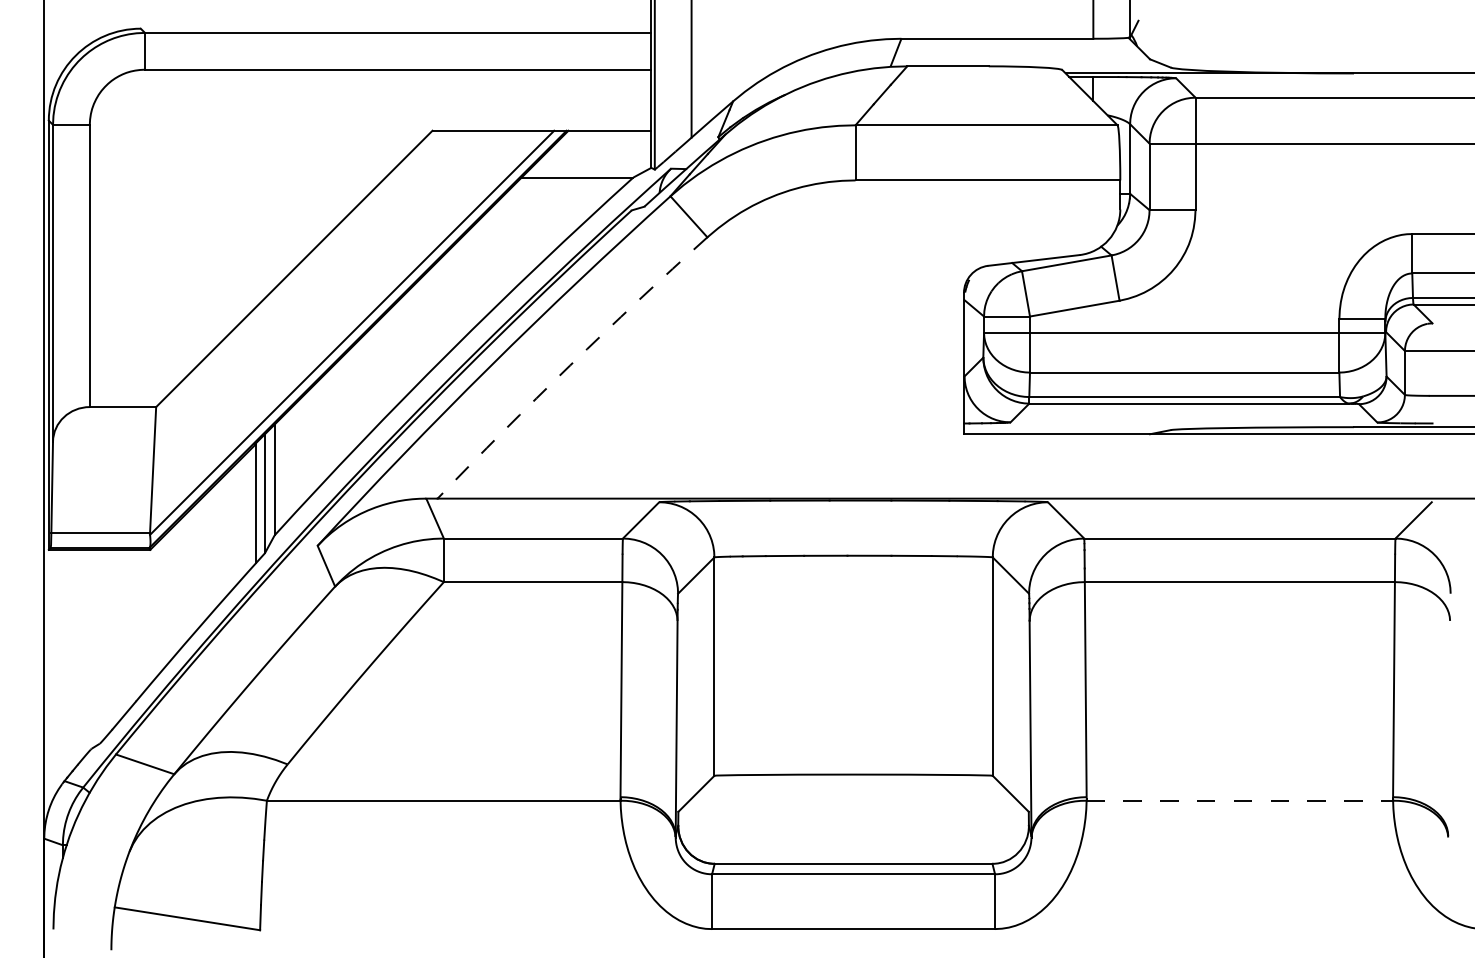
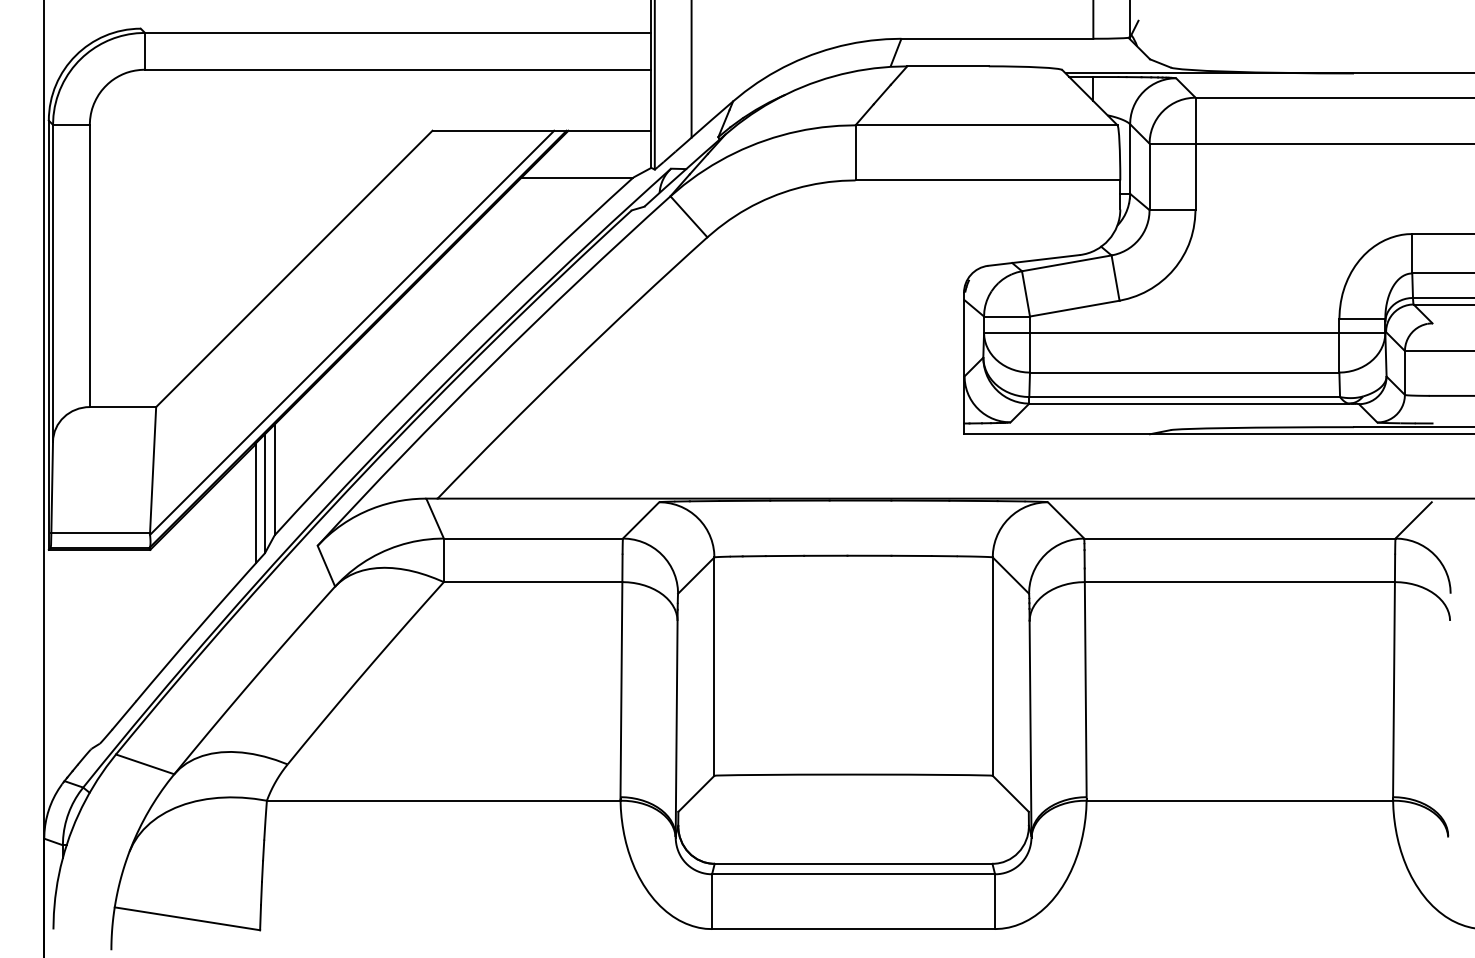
arc at (570, 365): dashed -> solid
line at (1240, 800): dashed -> solid
